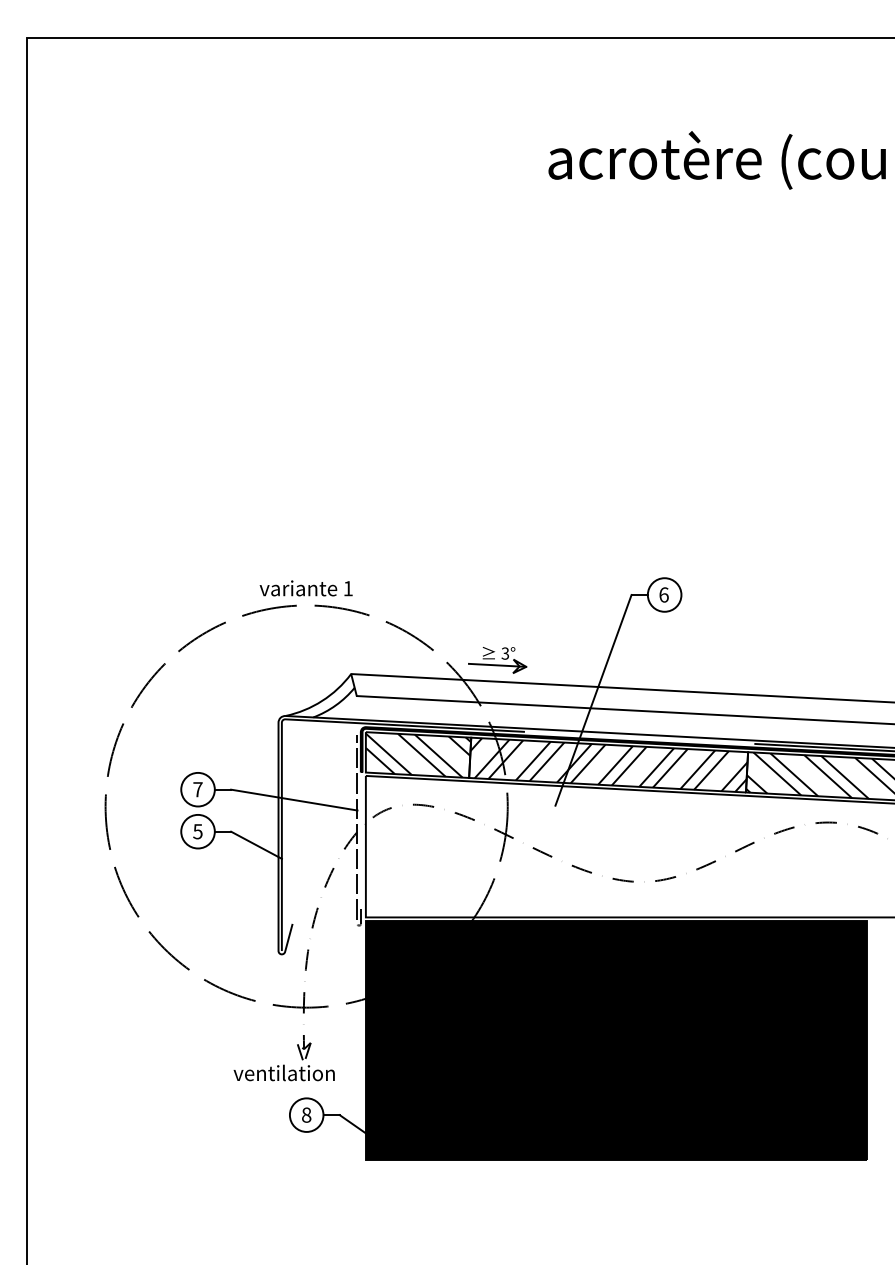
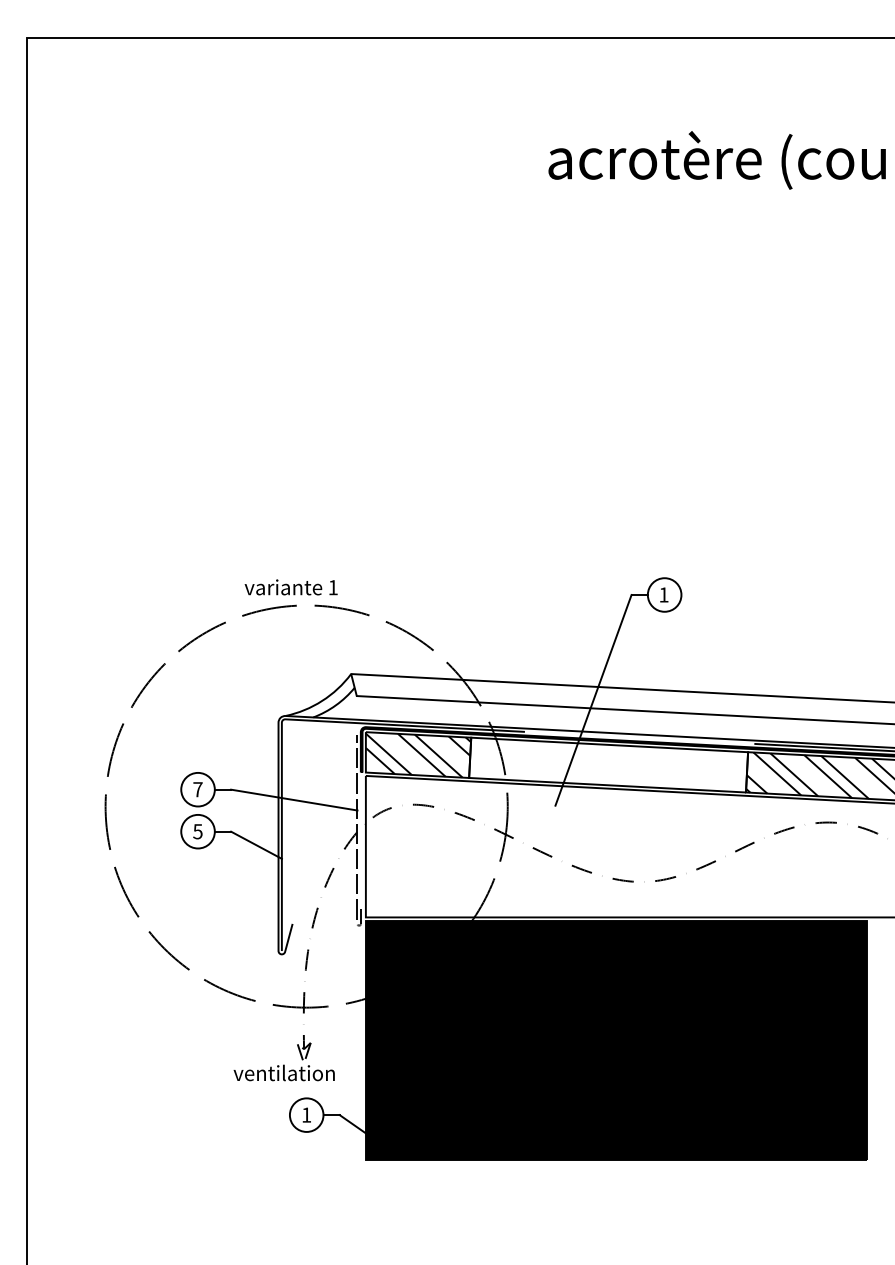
text at (305, 588) position: (305, 588) -> (290, 587)
text at (663, 594): 6 -> 1
part at (497, 660): present -> none
hatch at (608, 764): present -> none
text at (306, 1114): 8 -> 1
